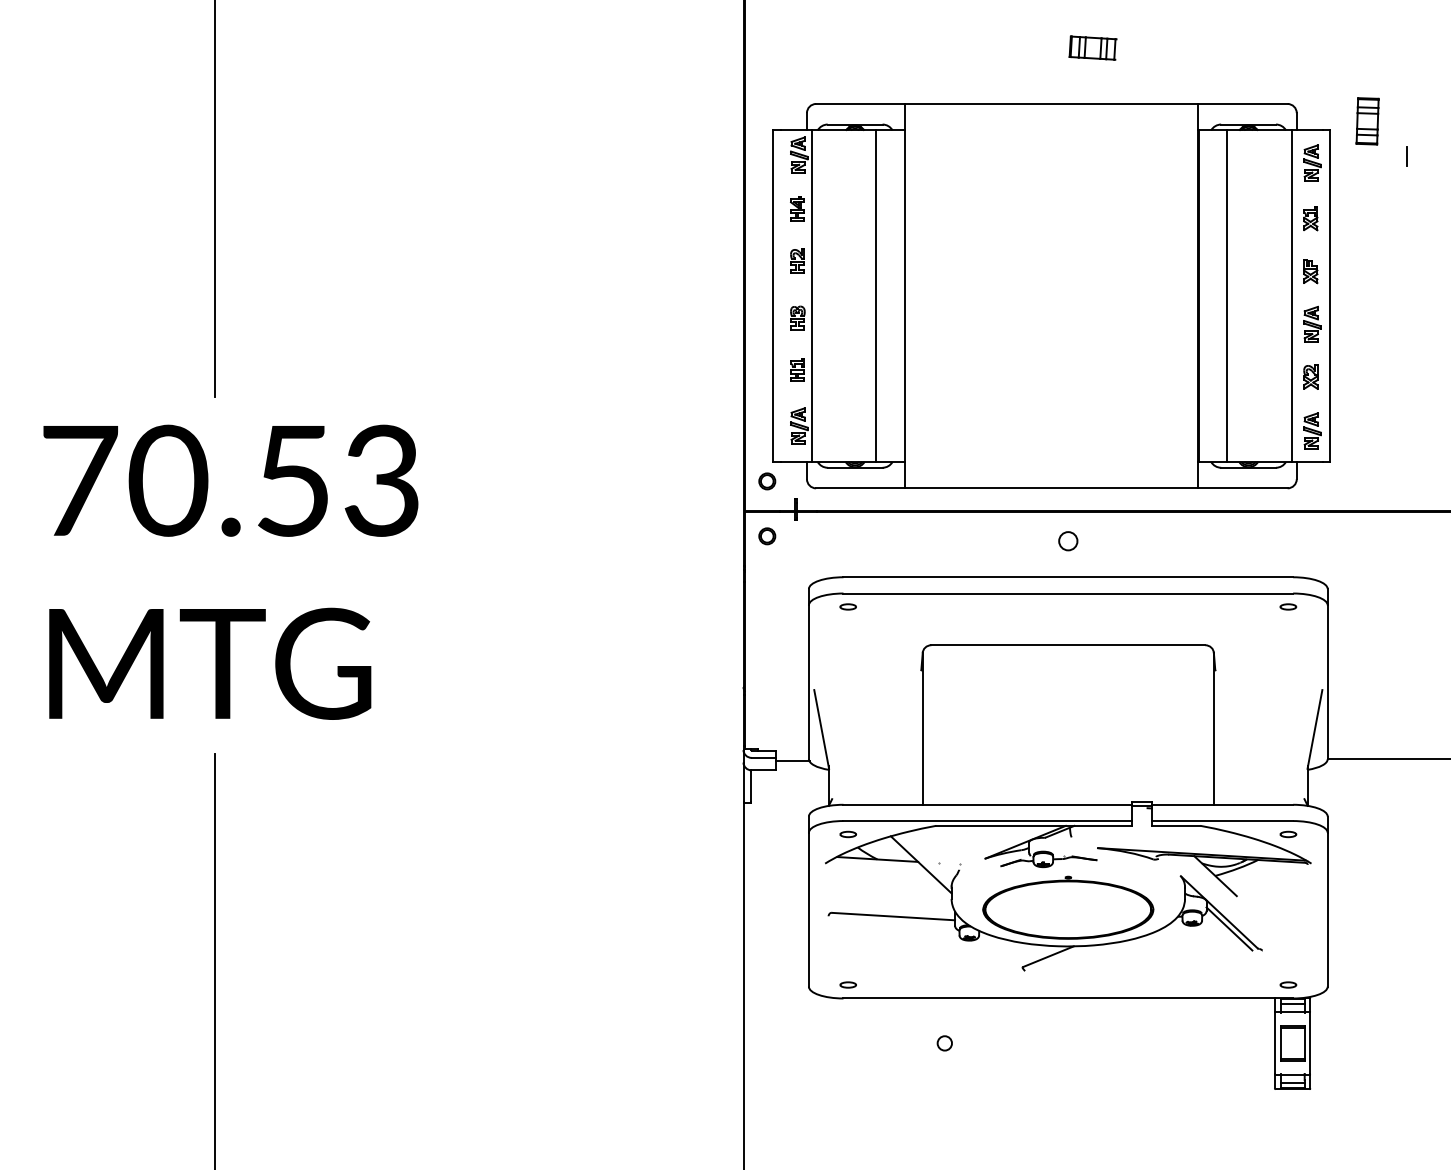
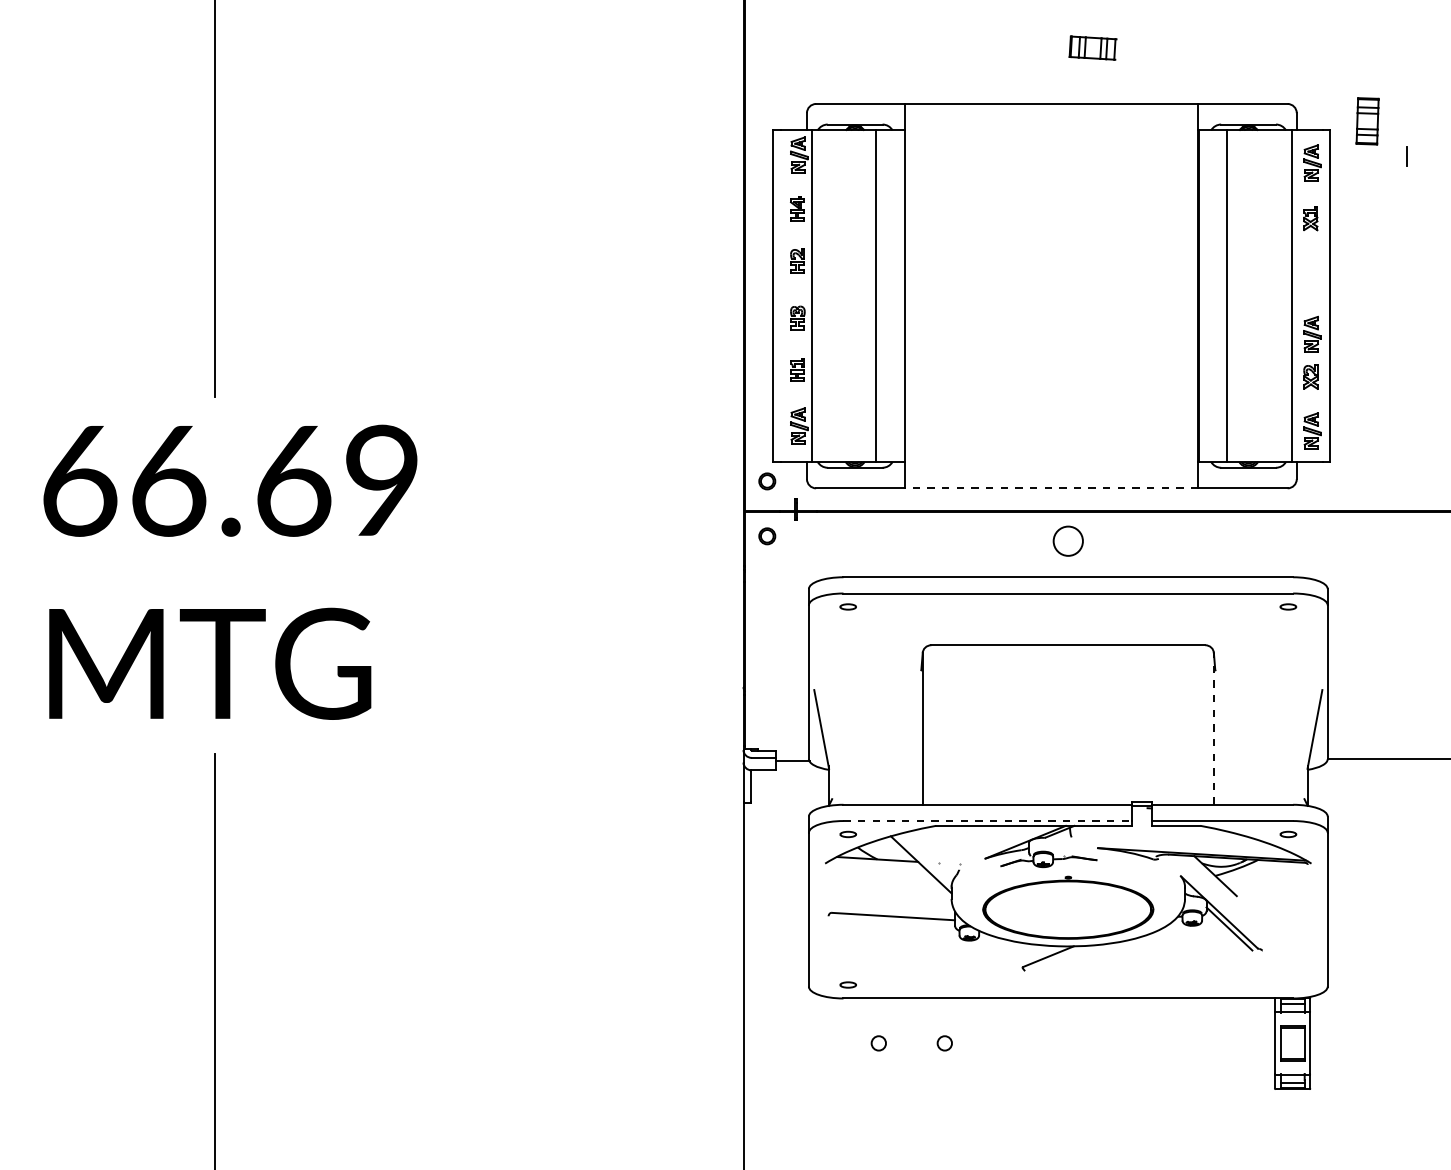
part at (1310, 271): present -> none
part at (1312, 323) position: (1312, 323) -> (1312, 333)
text at (230, 480): 70.53 -> 66.69
line at (1051, 488): solid -> dashed
circle at (1068, 541) diameter: 18 px -> 29 px
line at (1213, 729): solid -> dashed
line at (988, 821): solid -> dashed
part at (1288, 984): present -> none
circle at (878, 1043): none -> present
